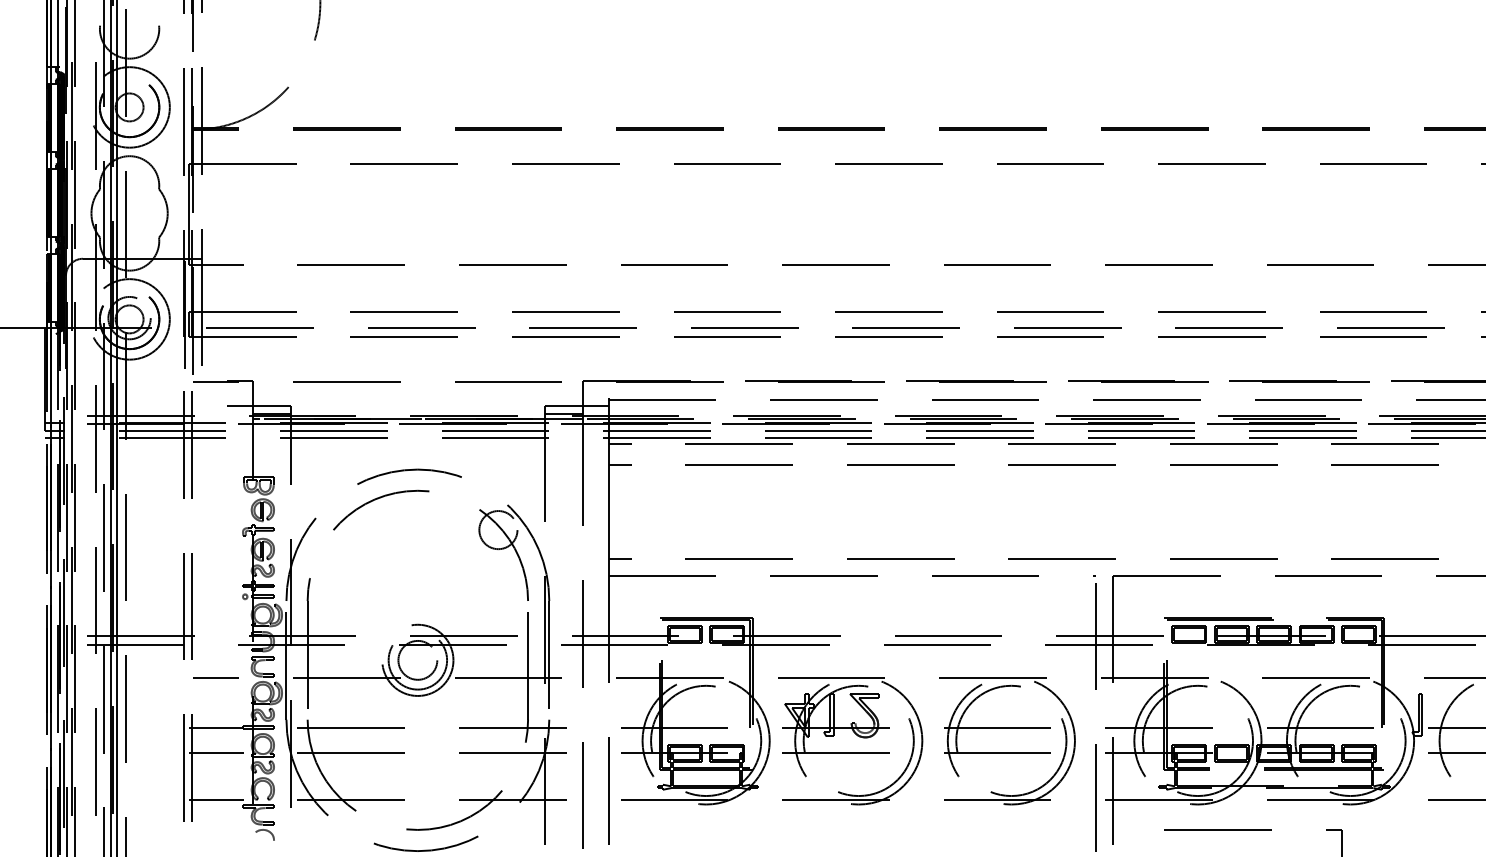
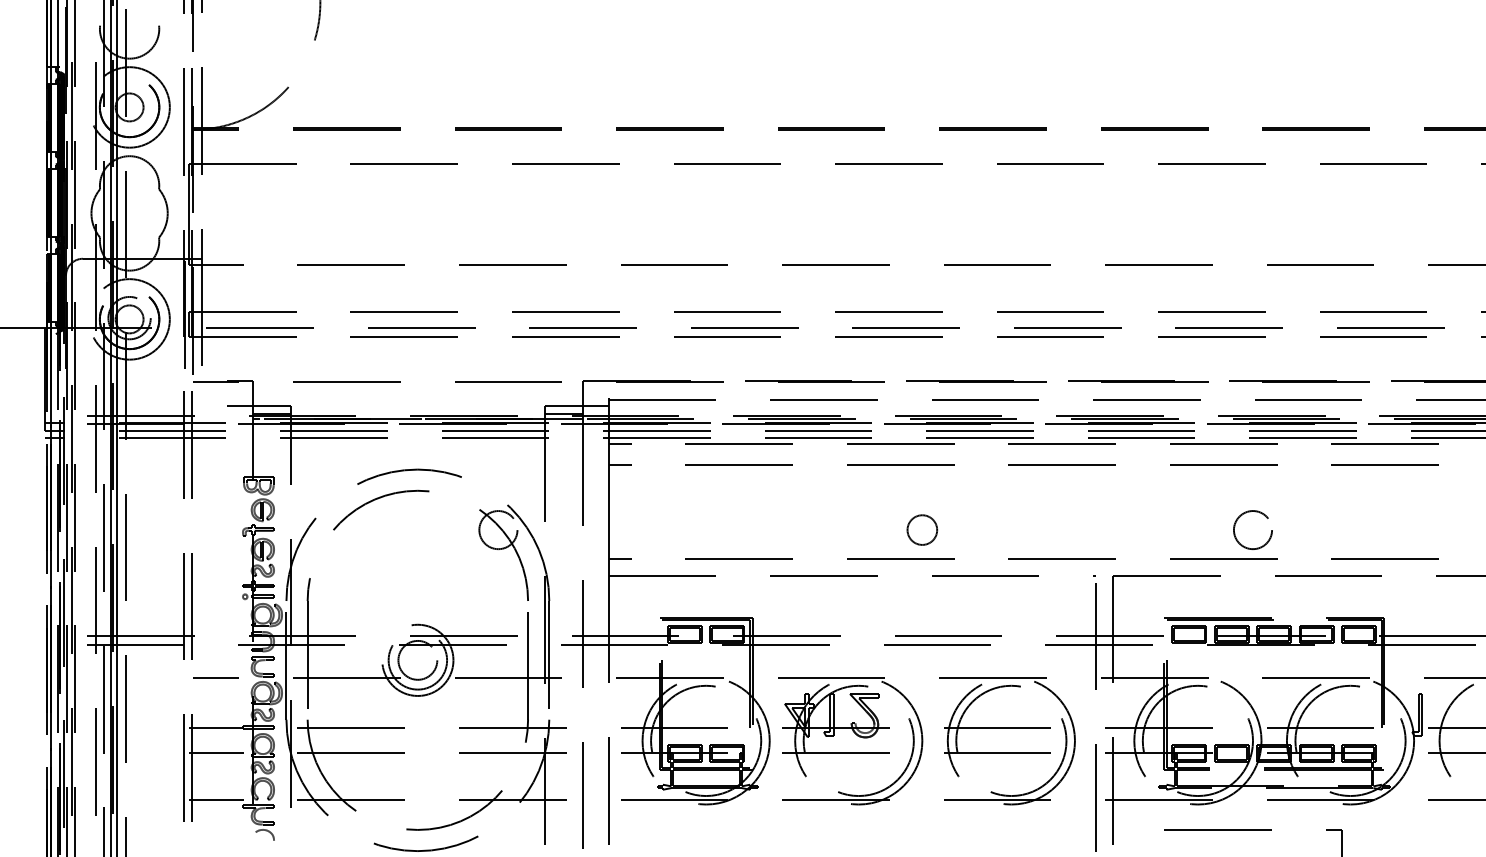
circle at (922, 529): none -> present
circle at (1252, 529): none -> present
